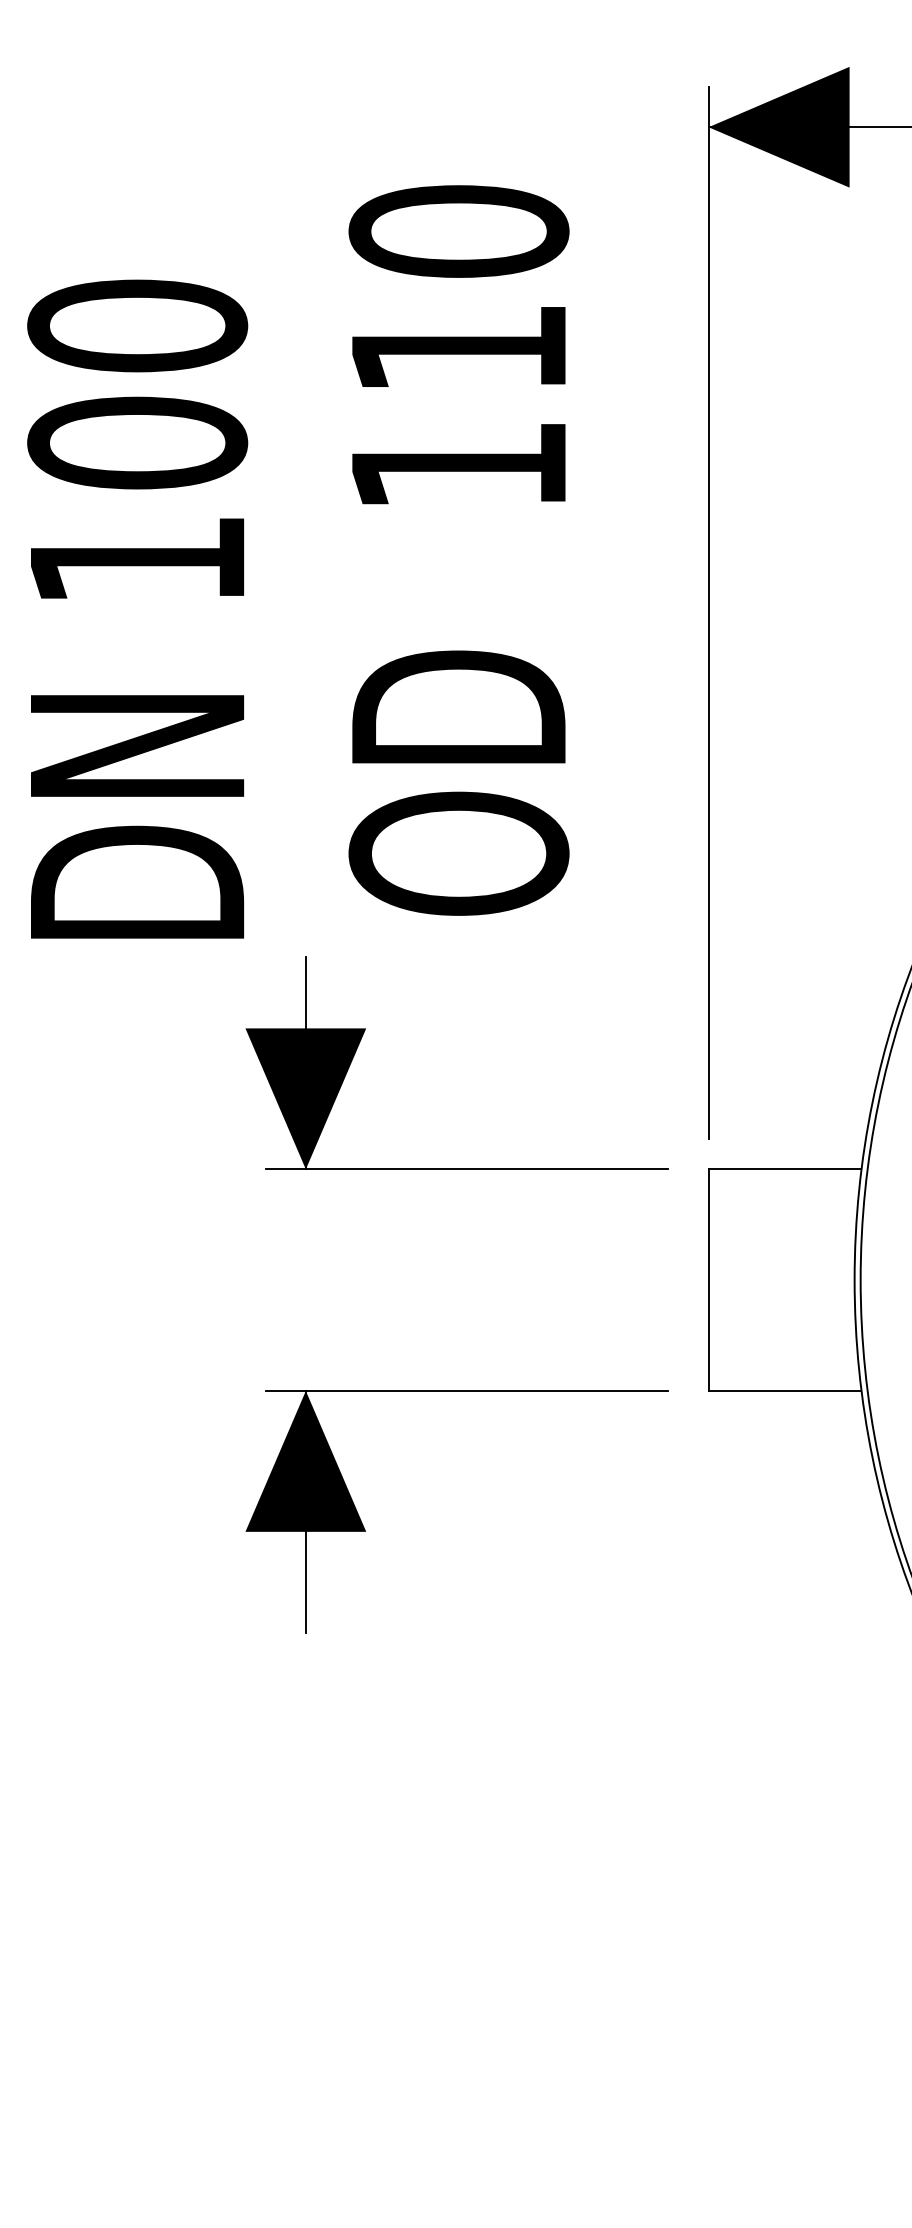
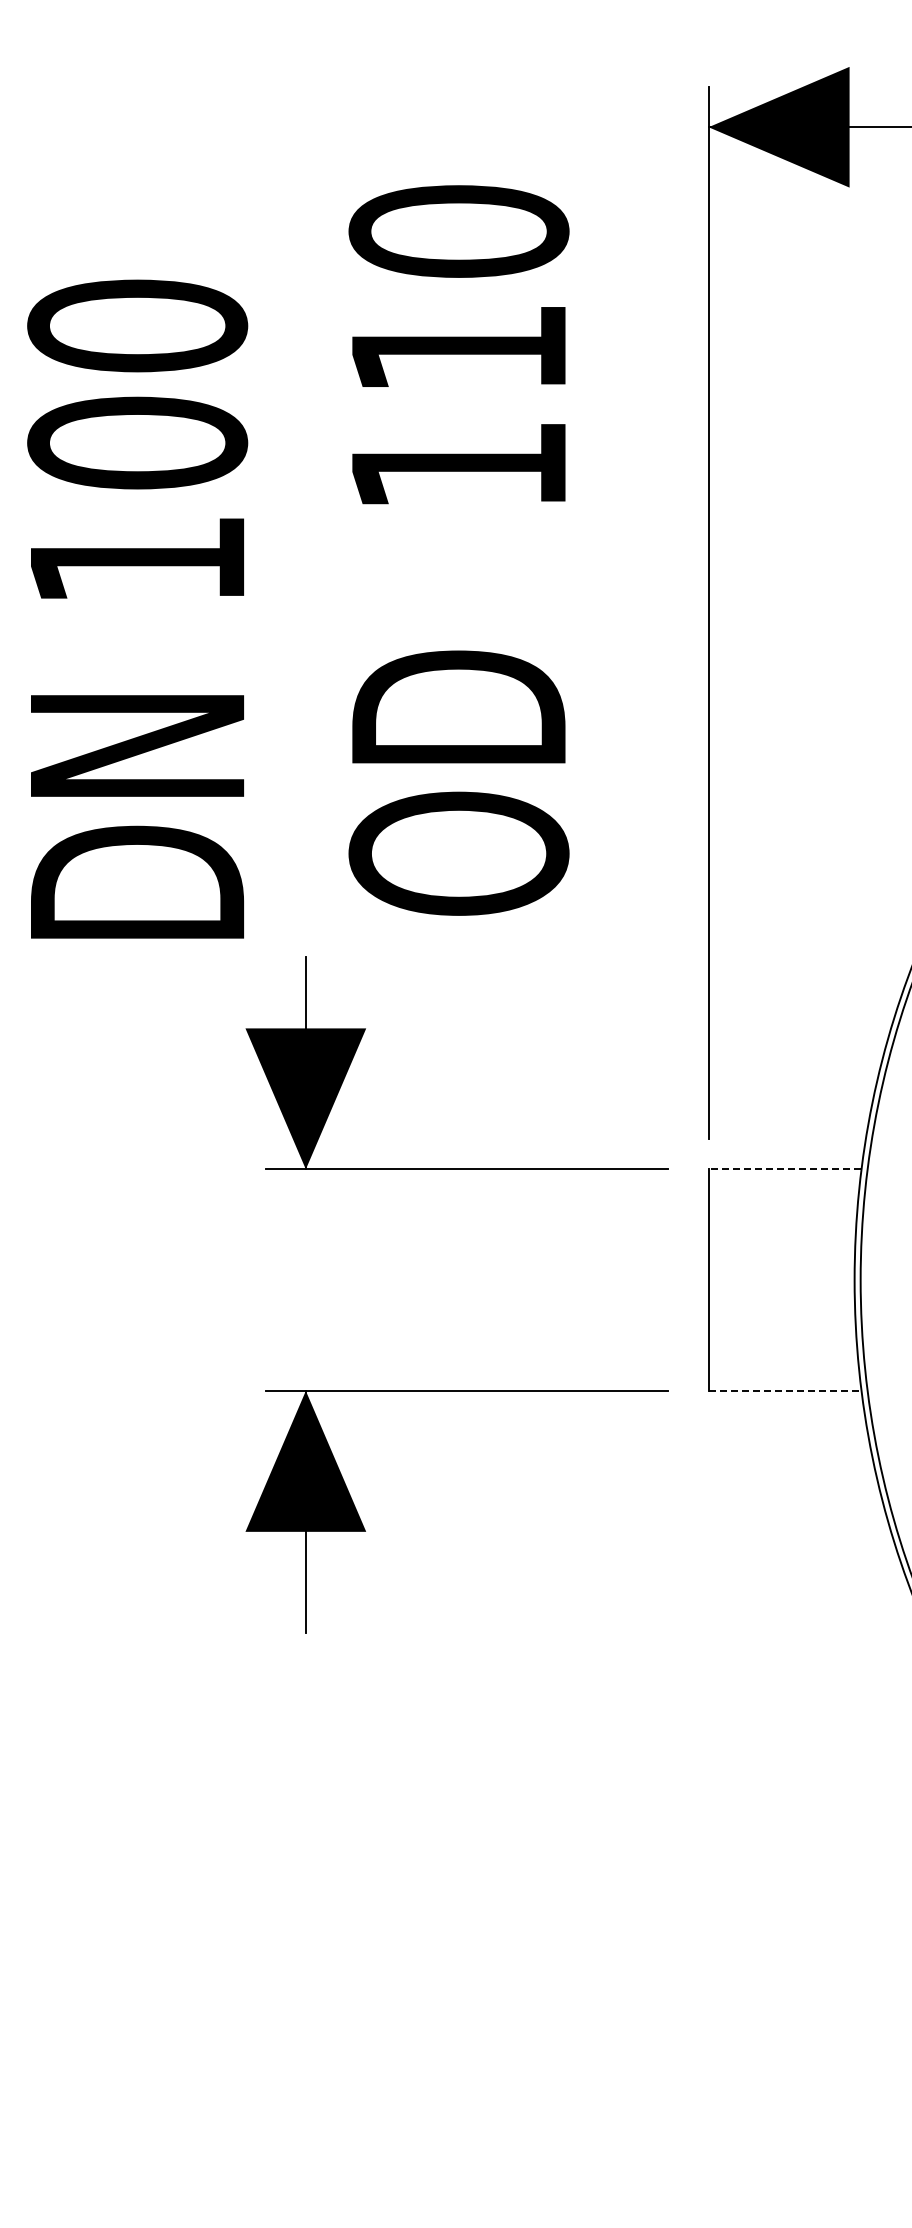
line at (784, 1169): solid -> dashed
line at (785, 1390): solid -> dashed
